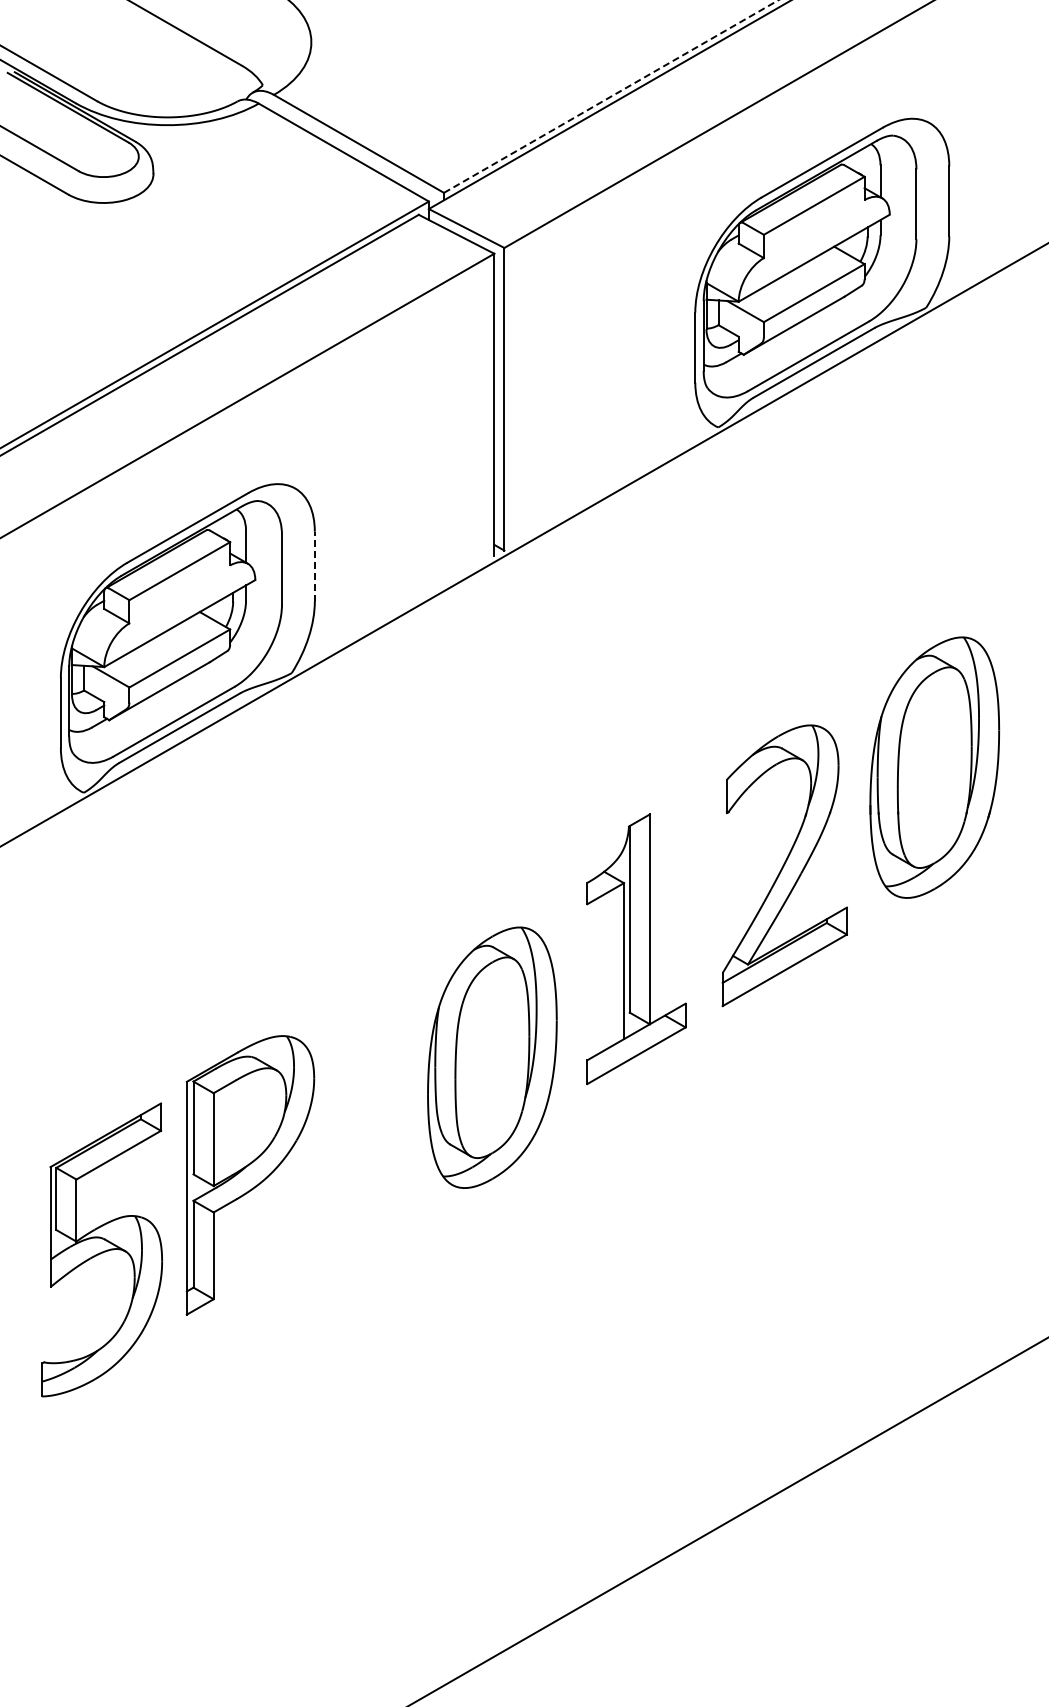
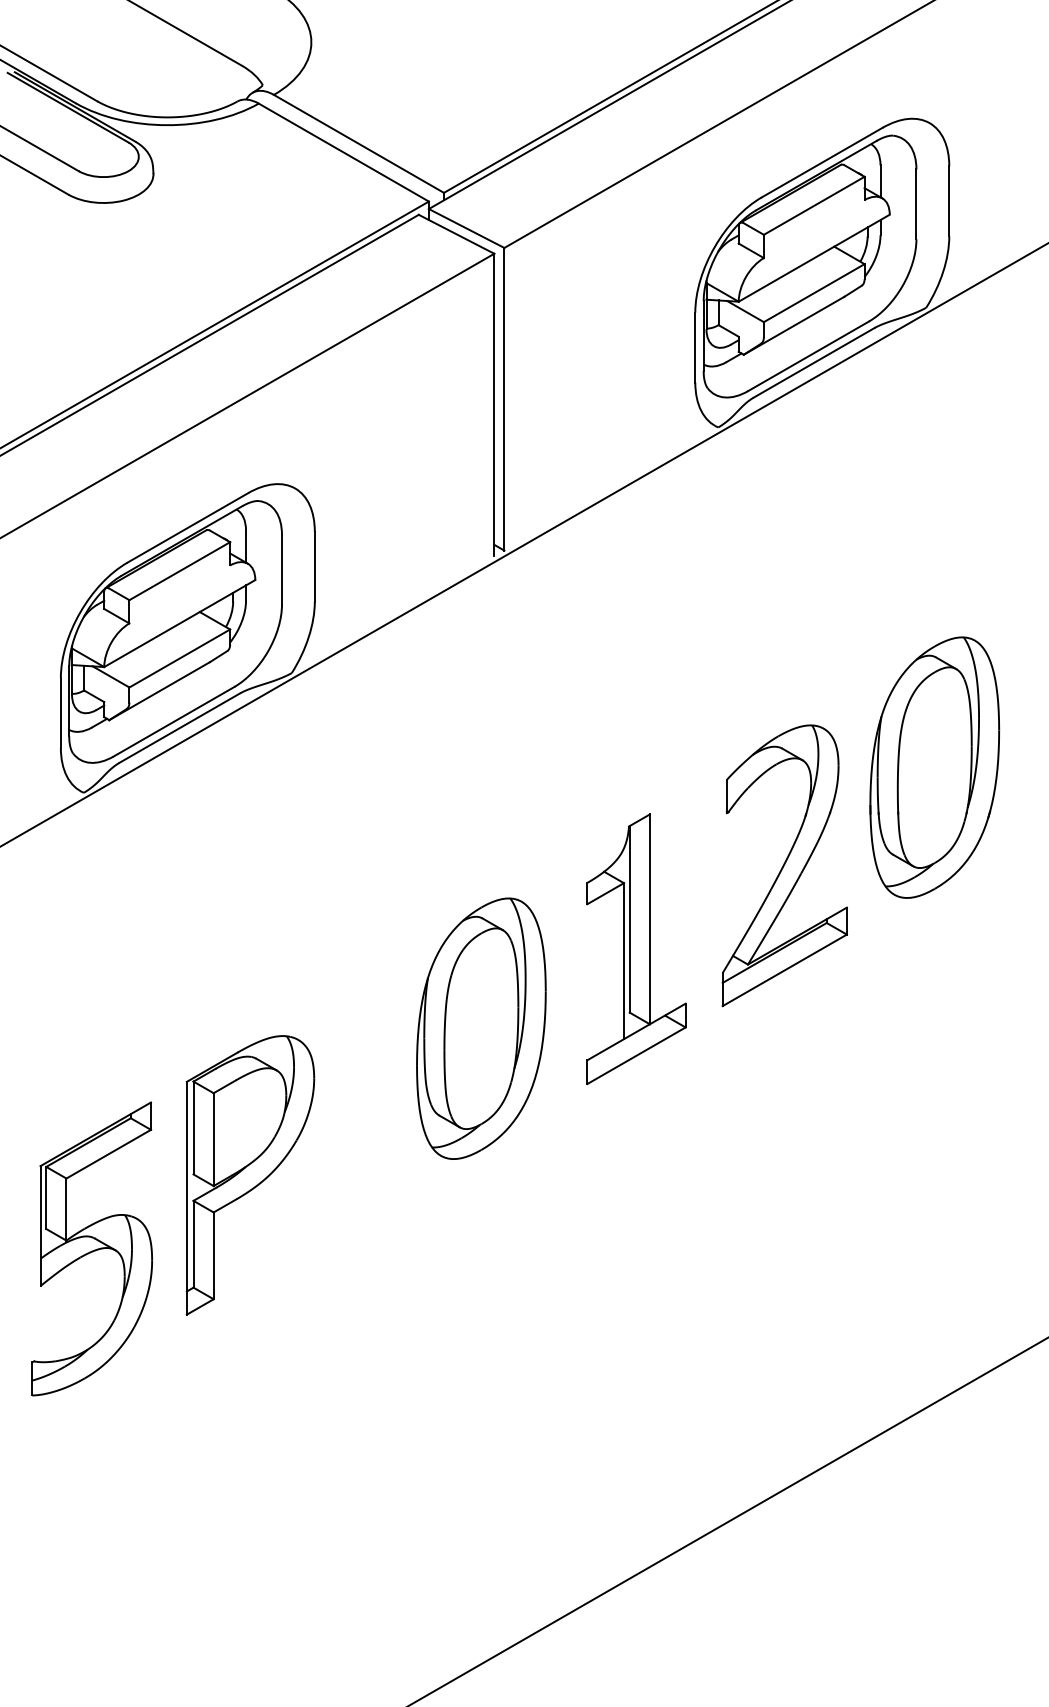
line at (611, 96): dashed -> solid
line at (314, 566): dashed -> solid
part at (492, 1057) position: (492, 1057) -> (481, 1028)
part at (101, 1249) position: (101, 1249) -> (91, 1248)
